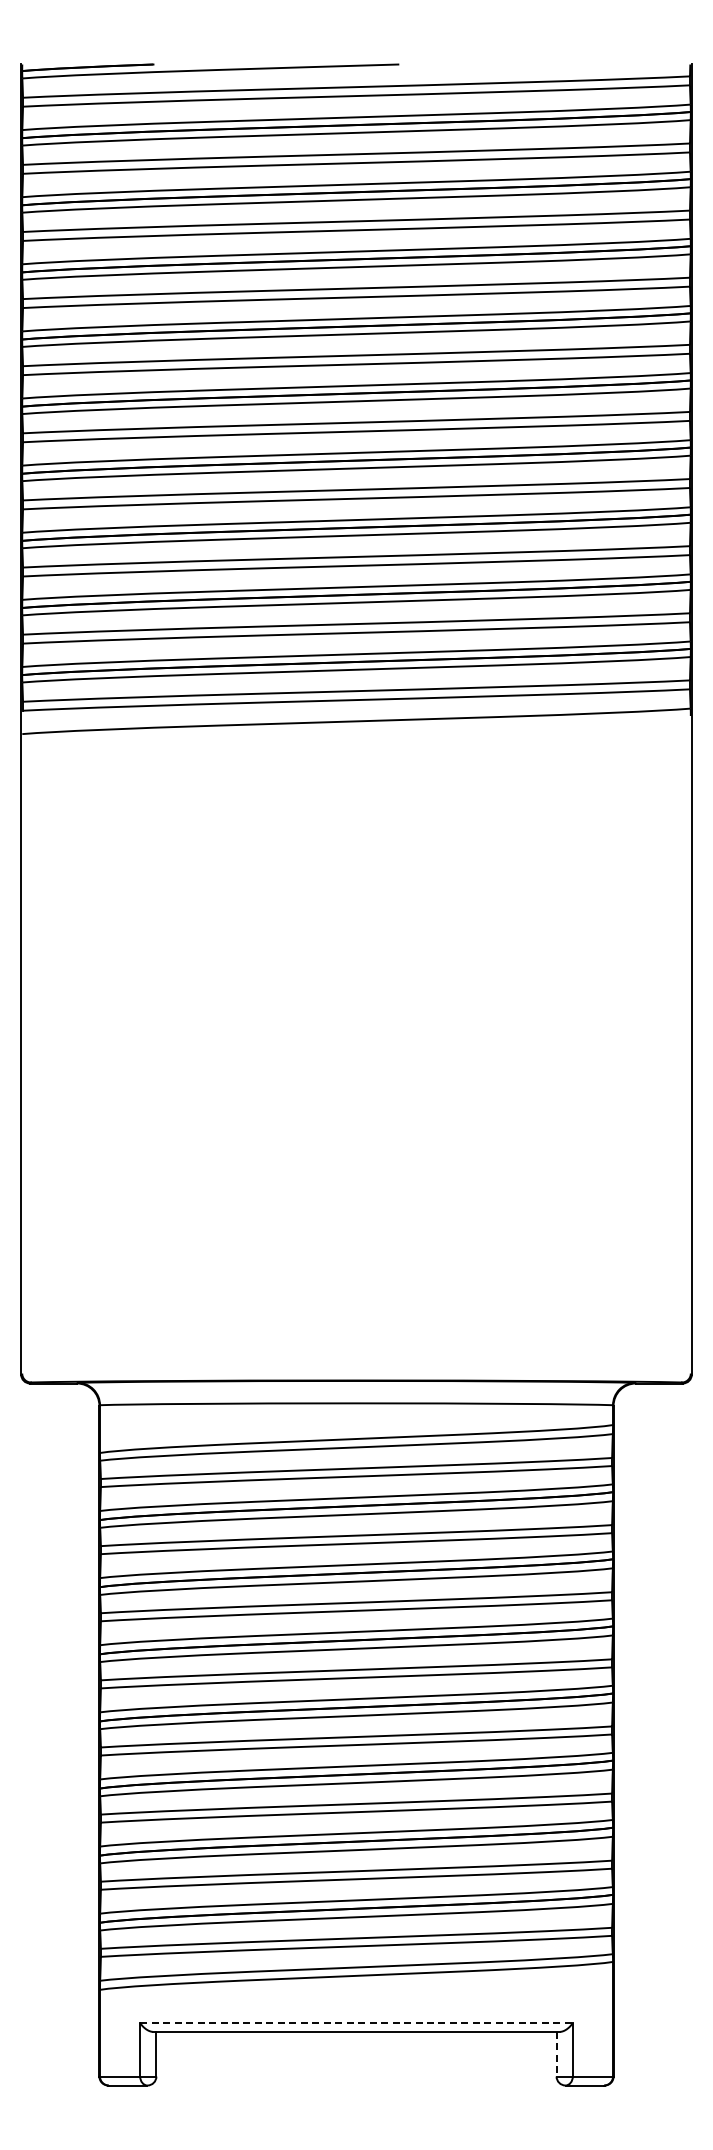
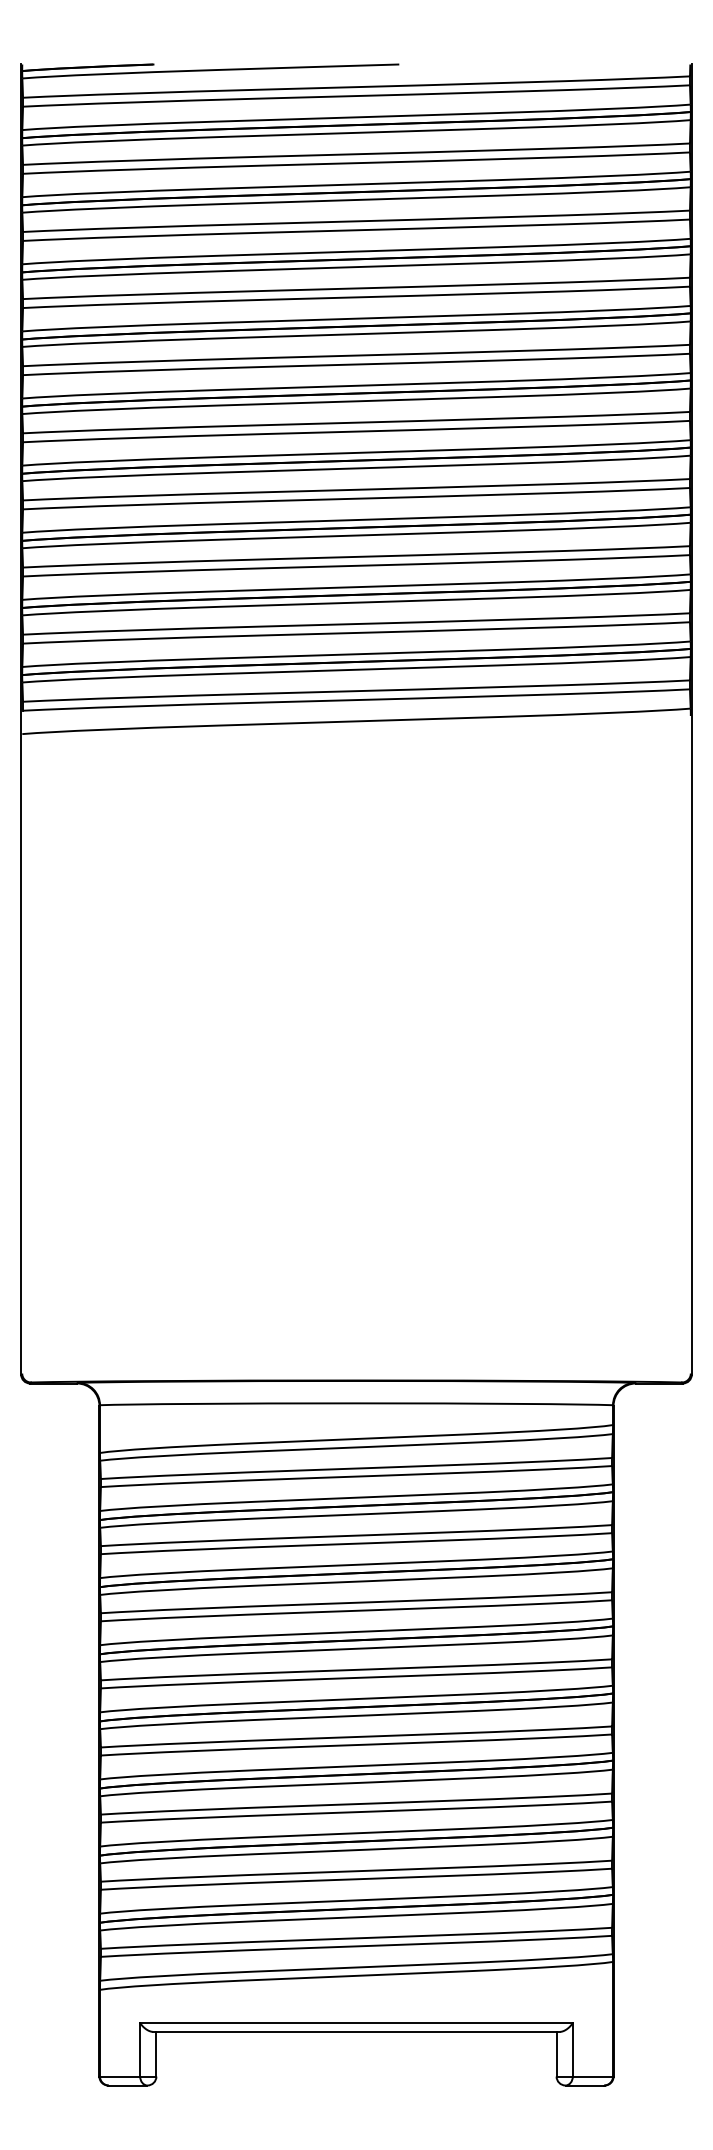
line at (357, 2022): dashed -> solid
line at (556, 2054): dashed -> solid
